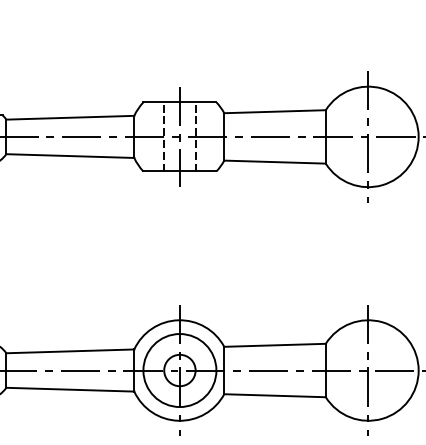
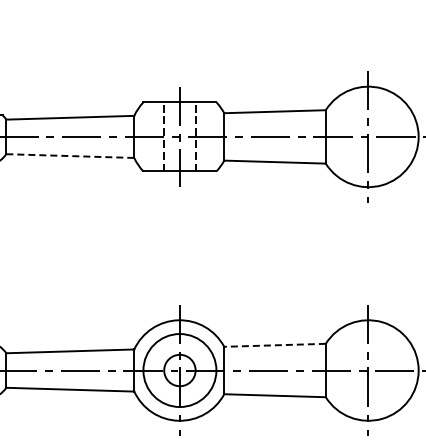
line at (70, 156): solid -> dashed
line at (275, 345): solid -> dashed
